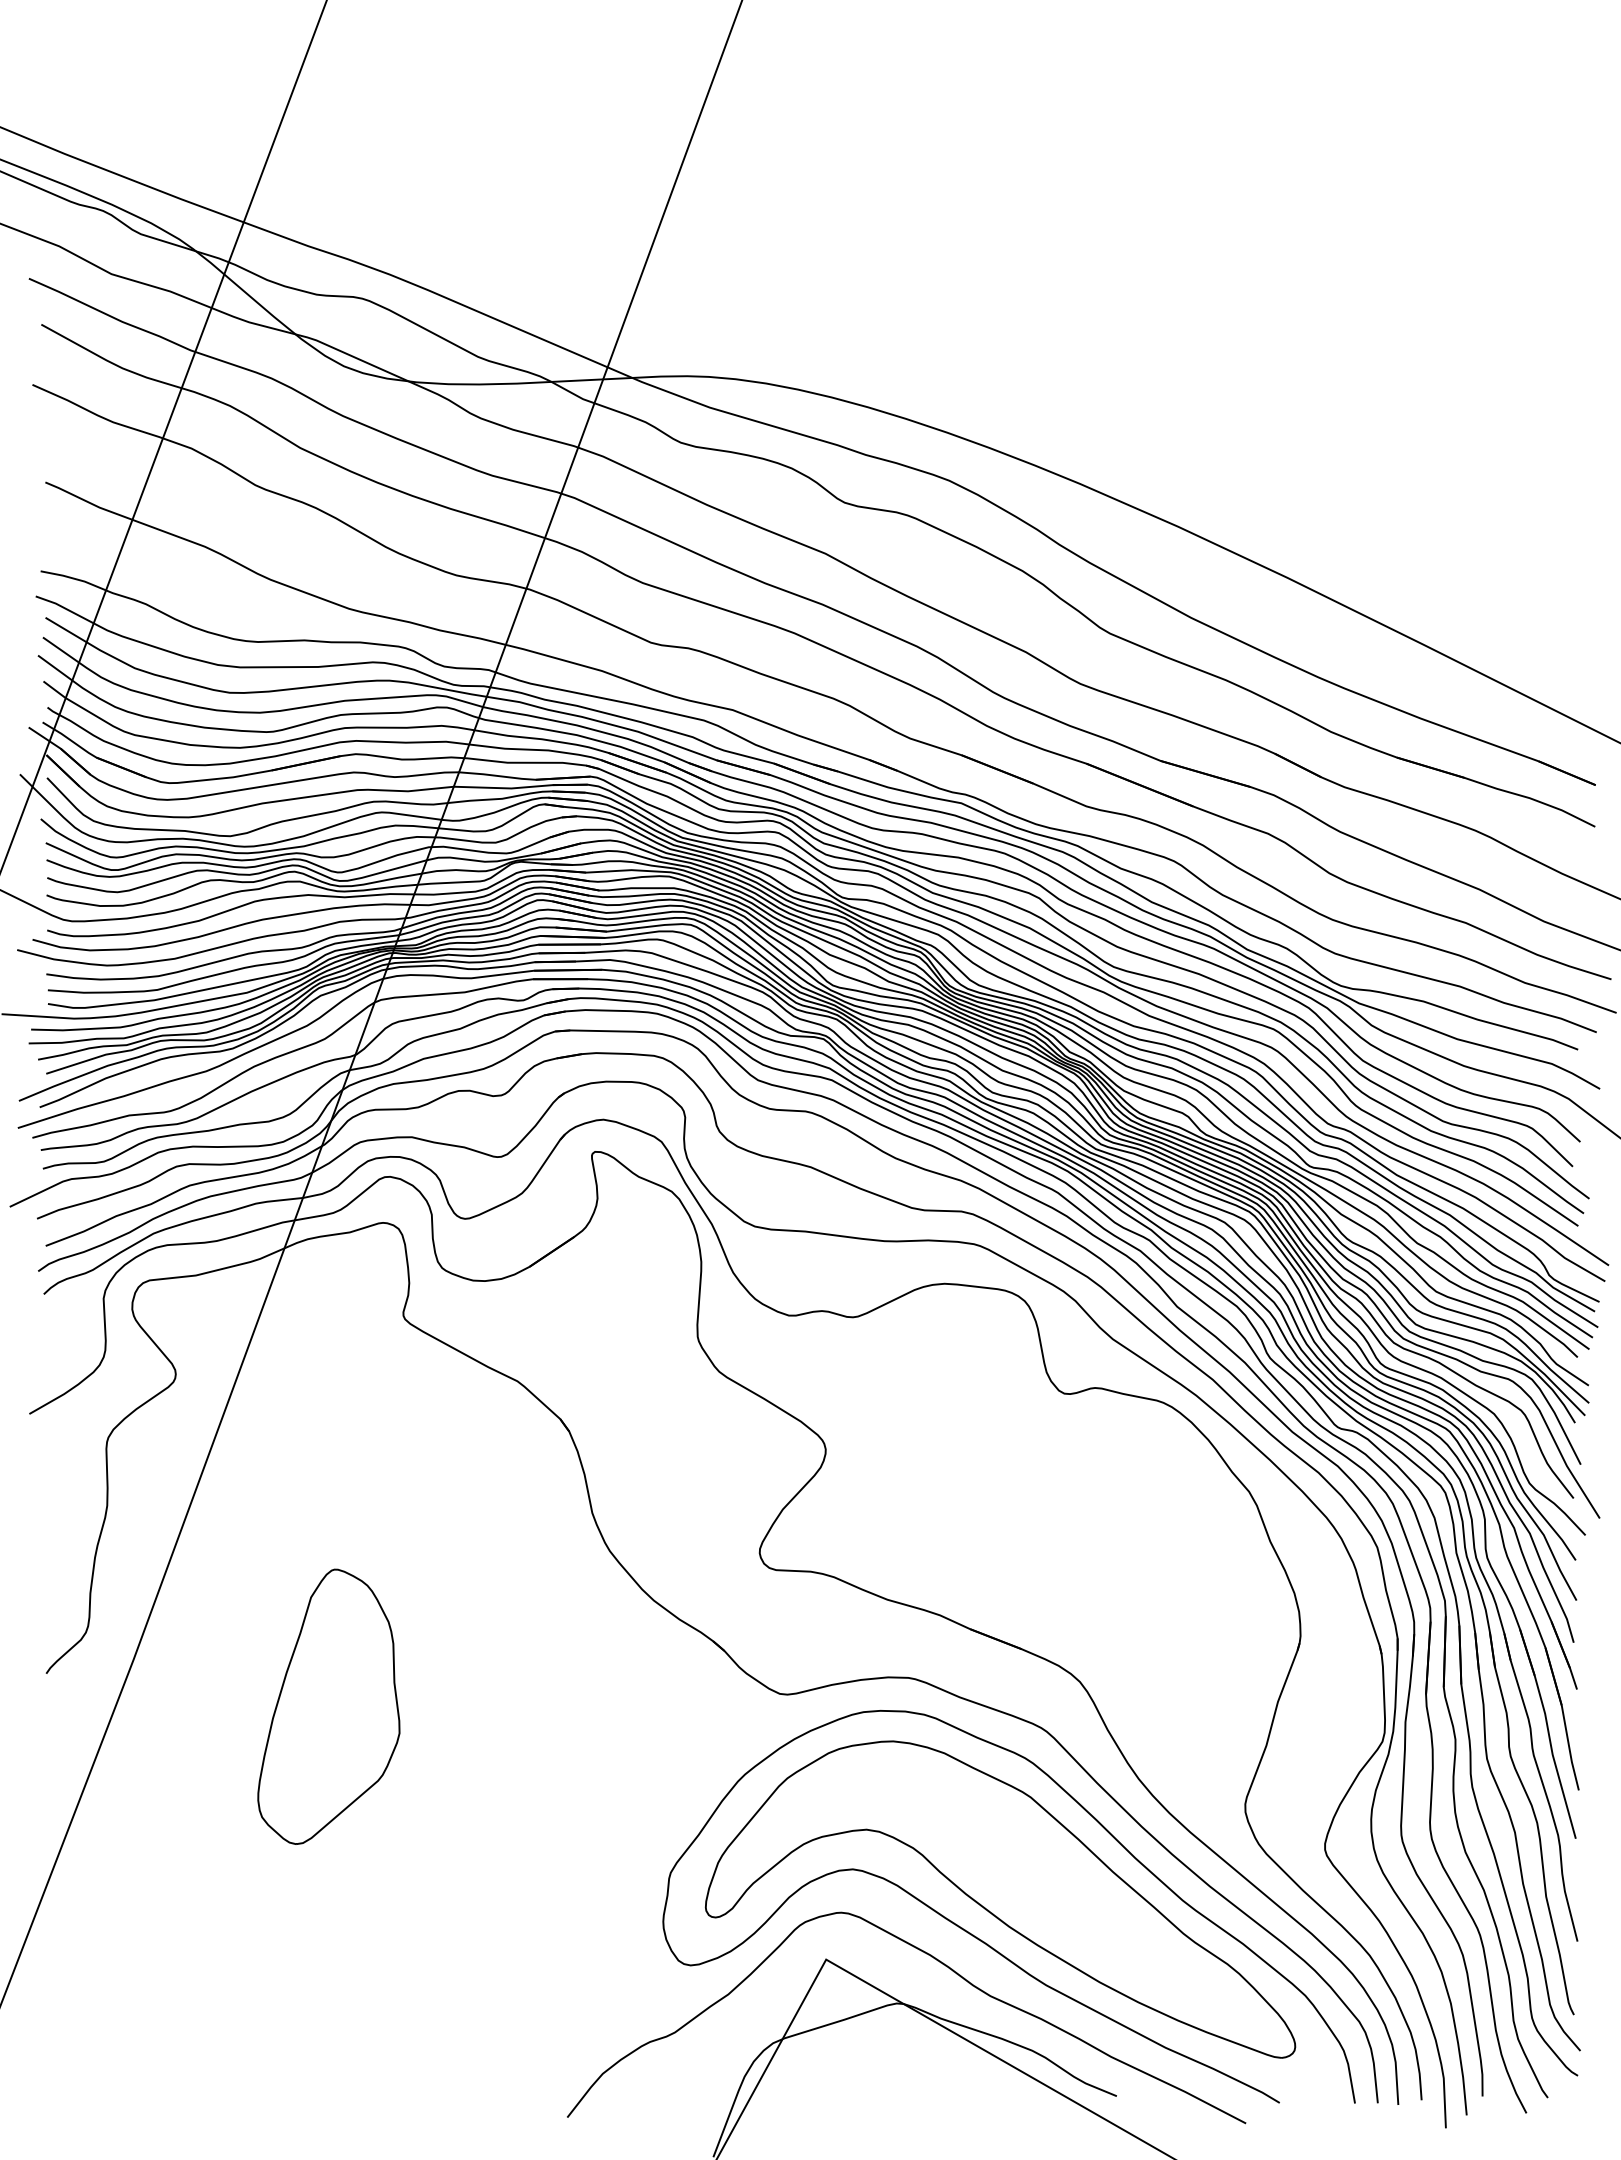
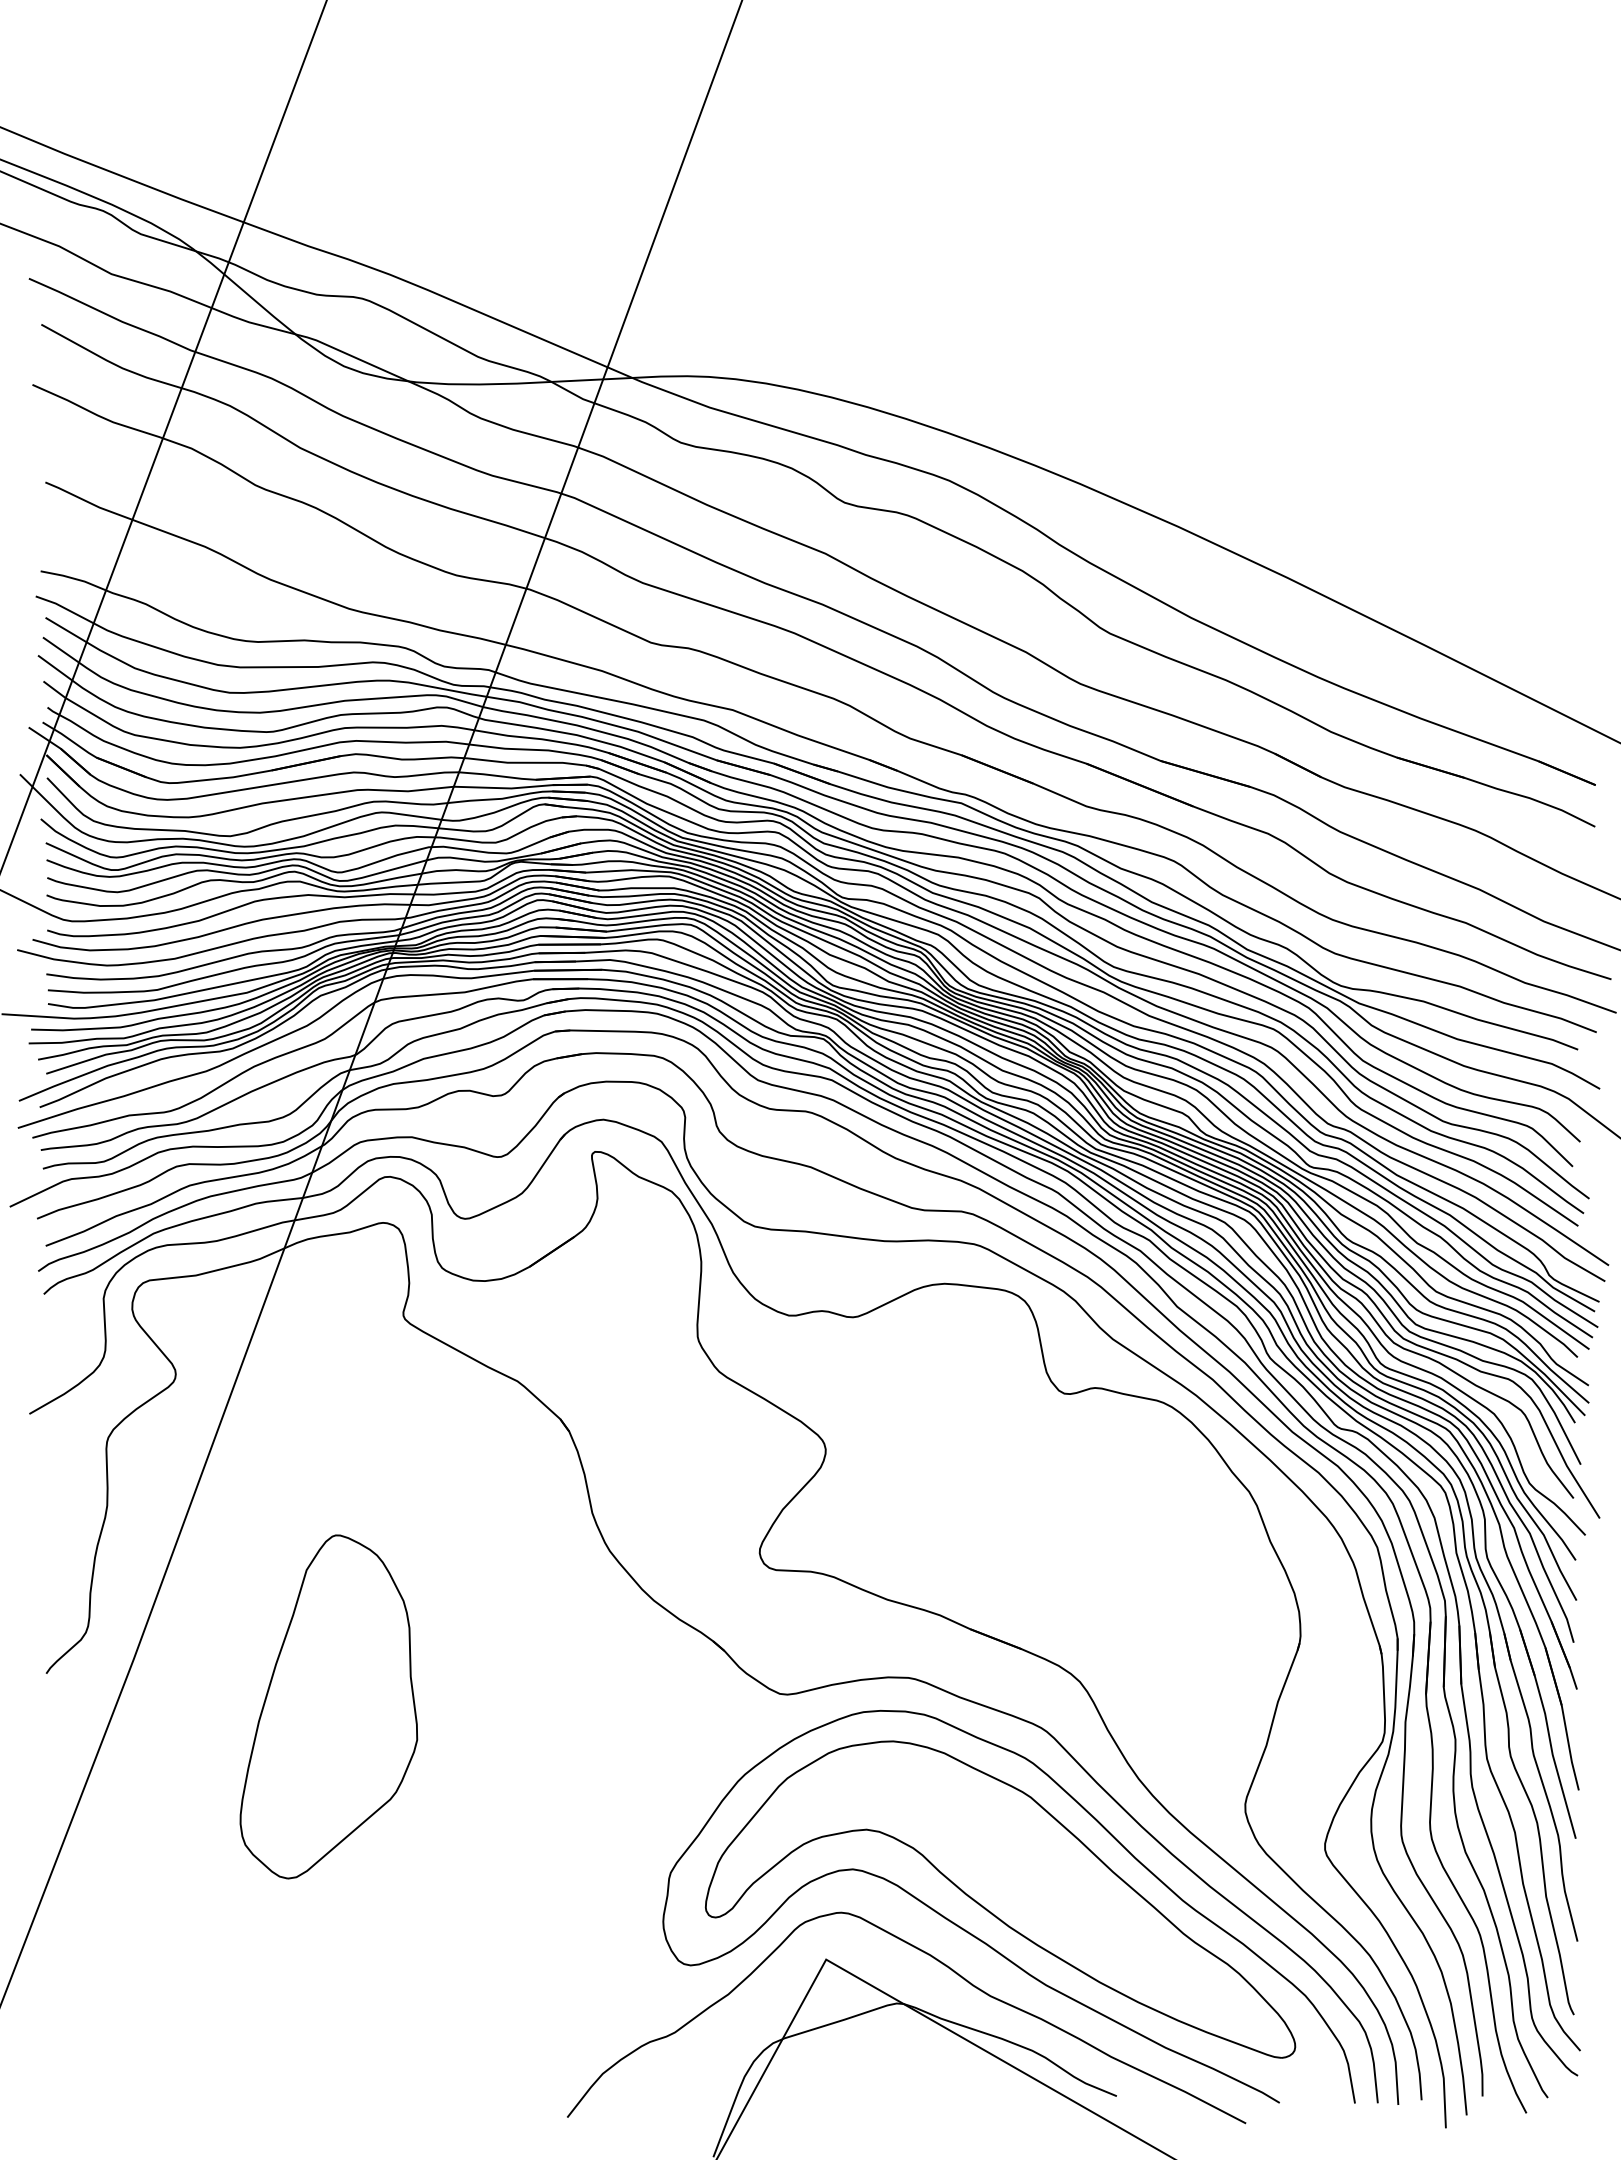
part at (328, 1706) size: 144x277 px -> 180x346 px
